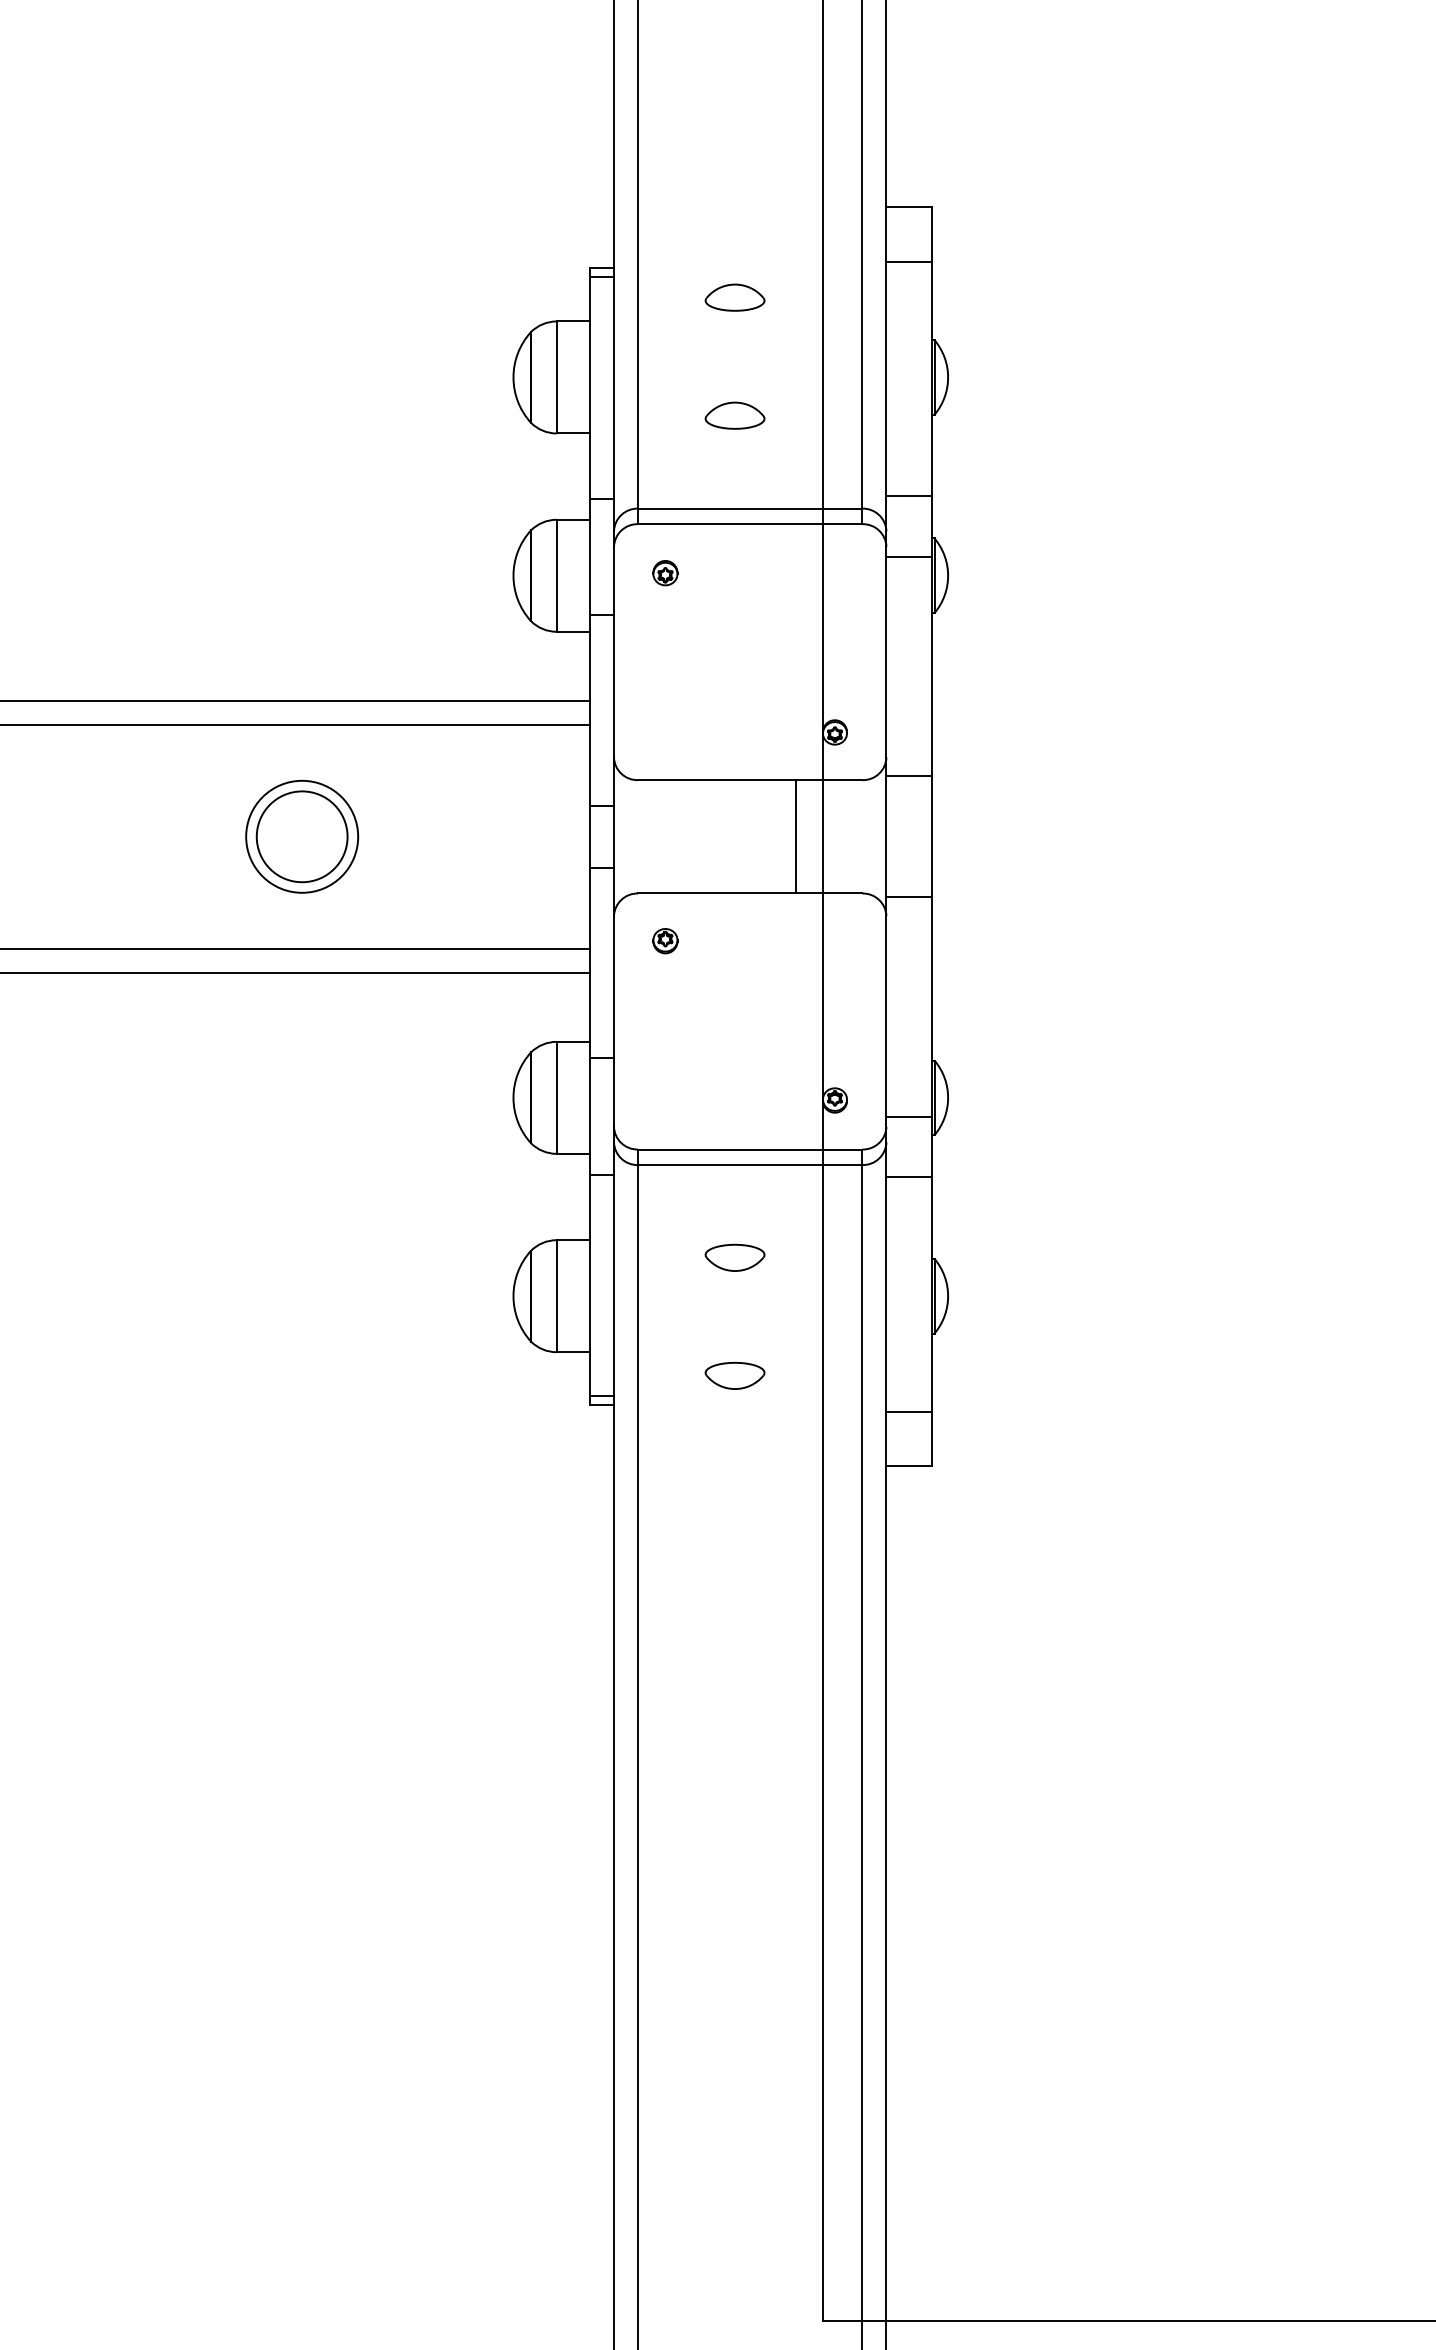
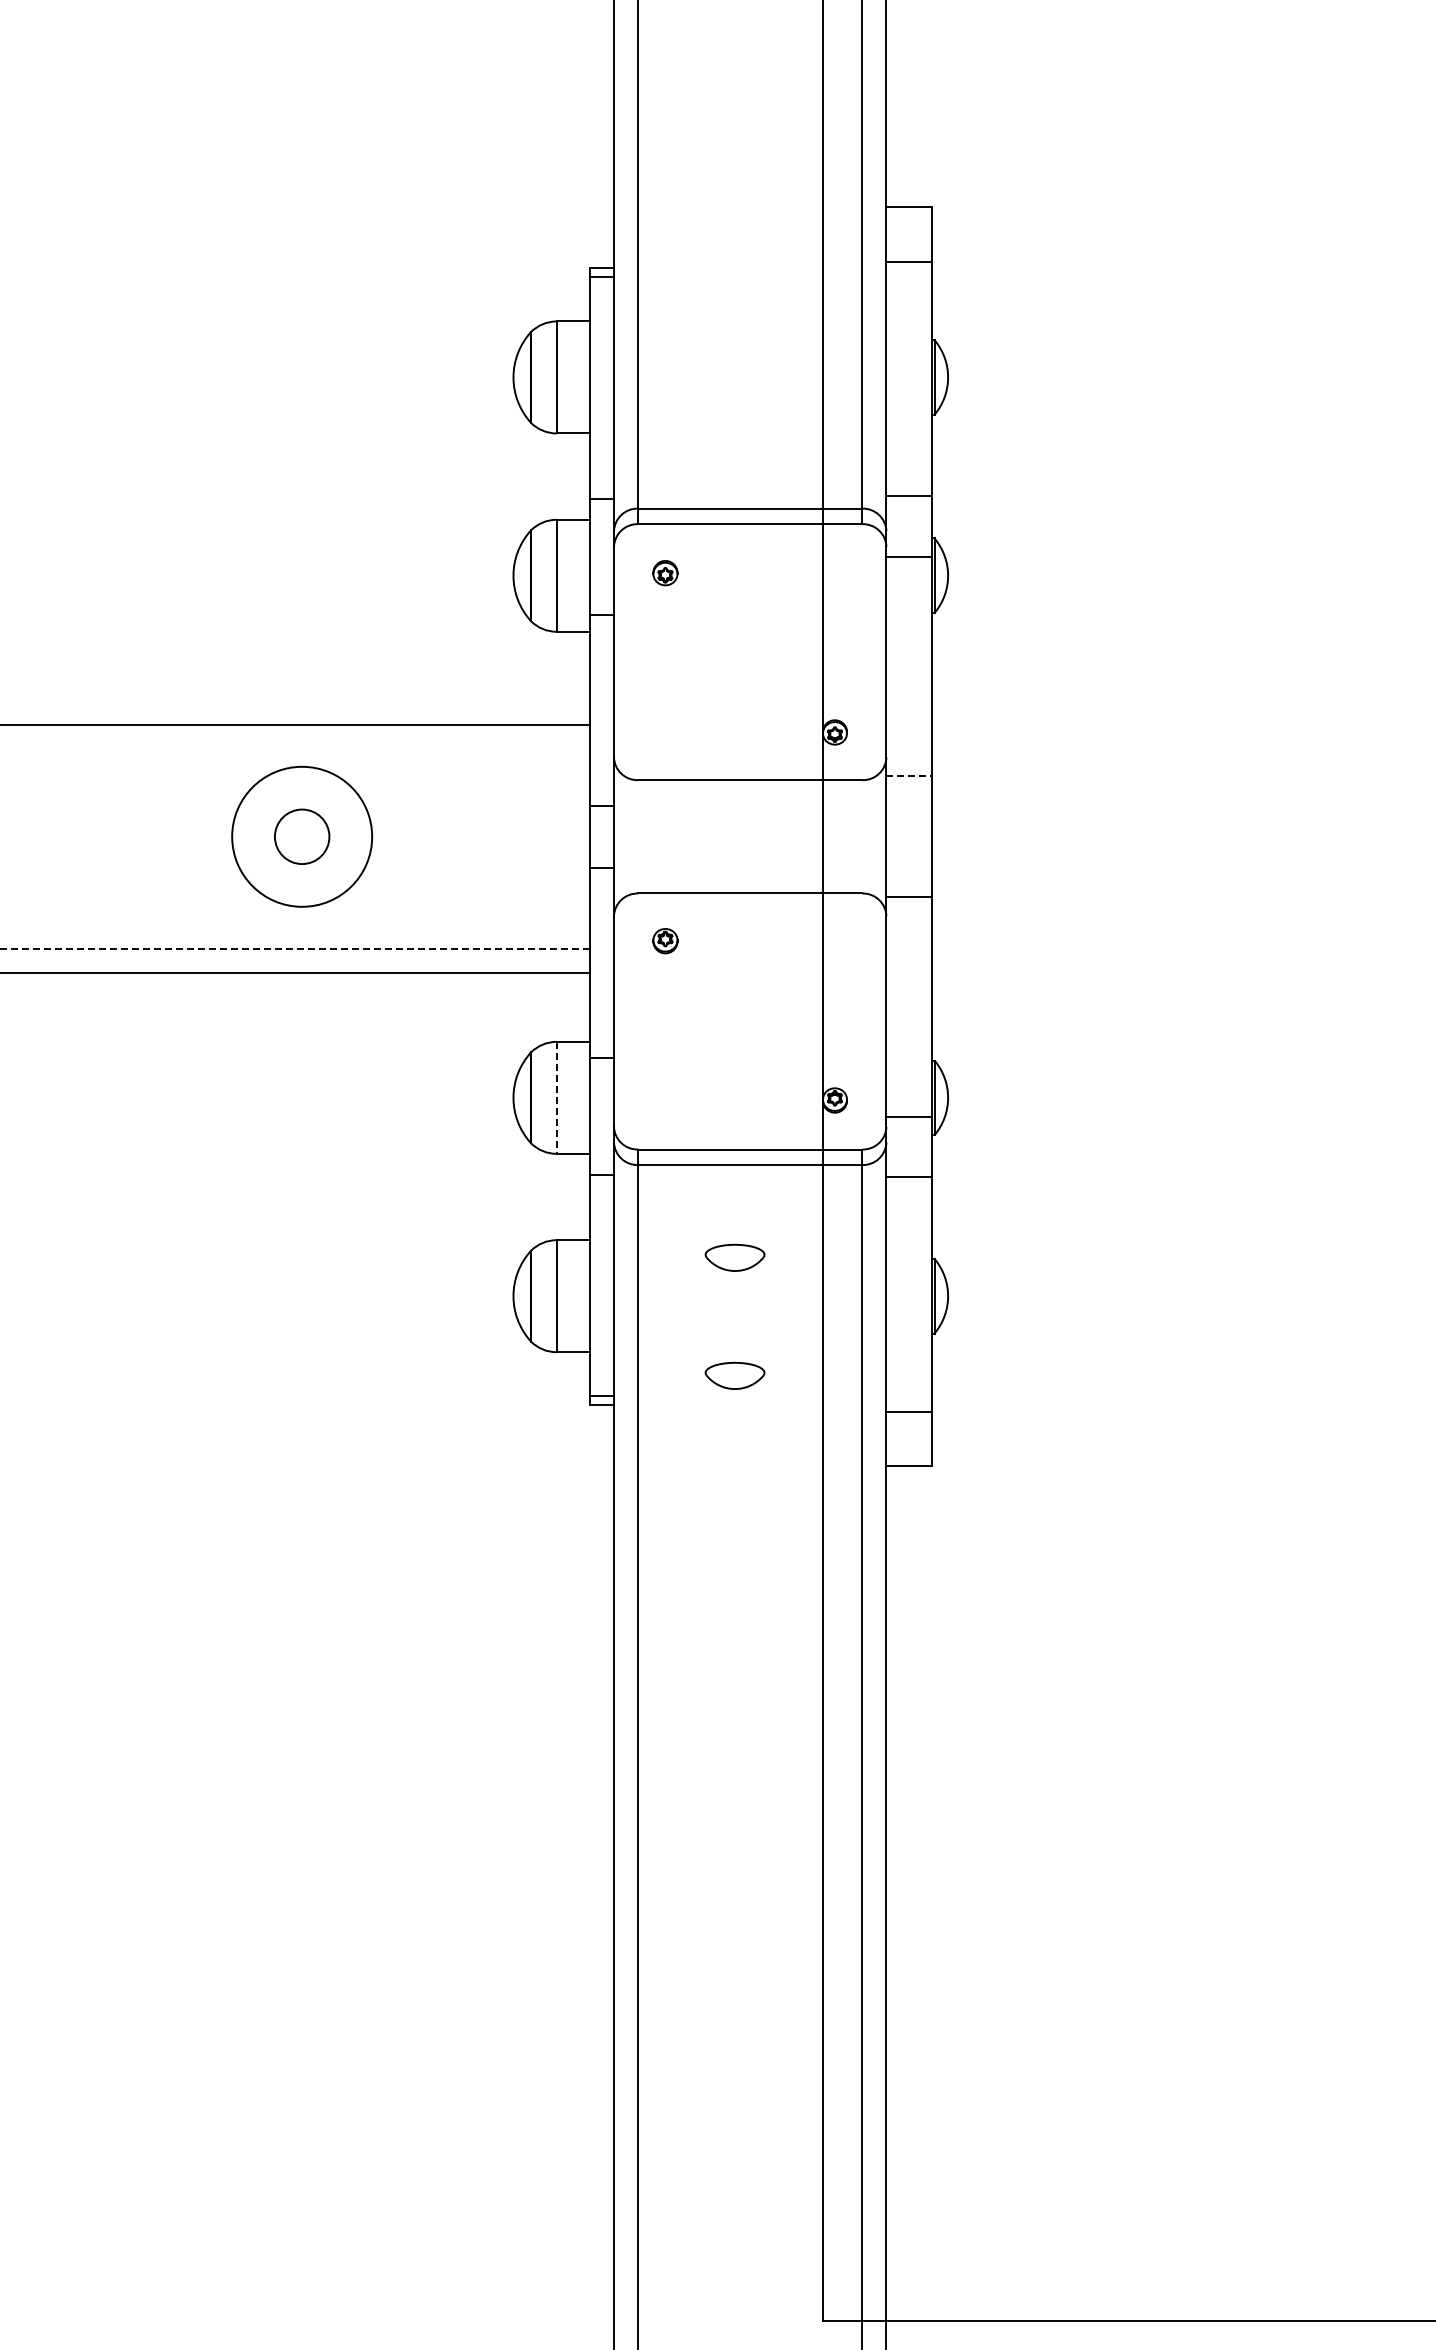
part at (734, 297): present -> none
part at (734, 415): present -> none
line at (295, 700): present -> none
line at (909, 776): solid -> dashed
circle at (301, 836) diameter: 91 px -> 54 px
circle at (302, 836) diameter: 112 px -> 140 px
line at (795, 836): present -> none
line at (296, 948): solid -> dashed
line at (556, 1097): solid -> dashed
